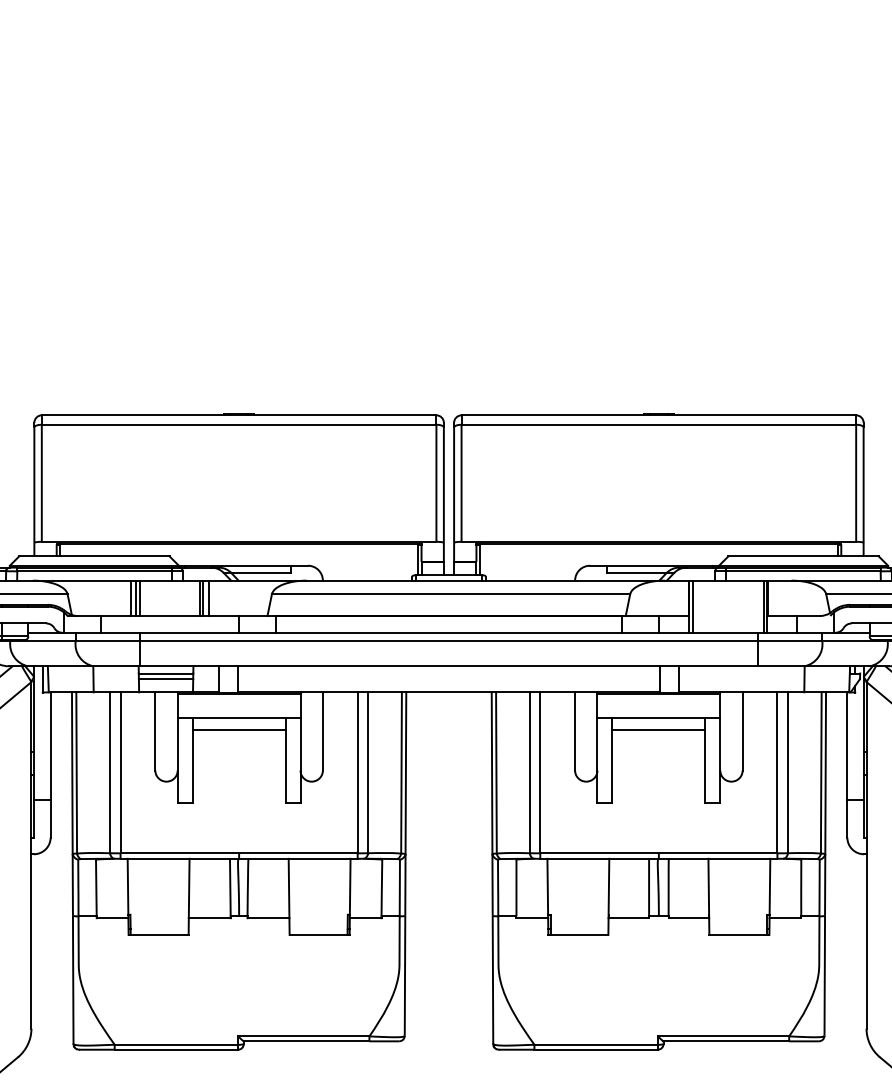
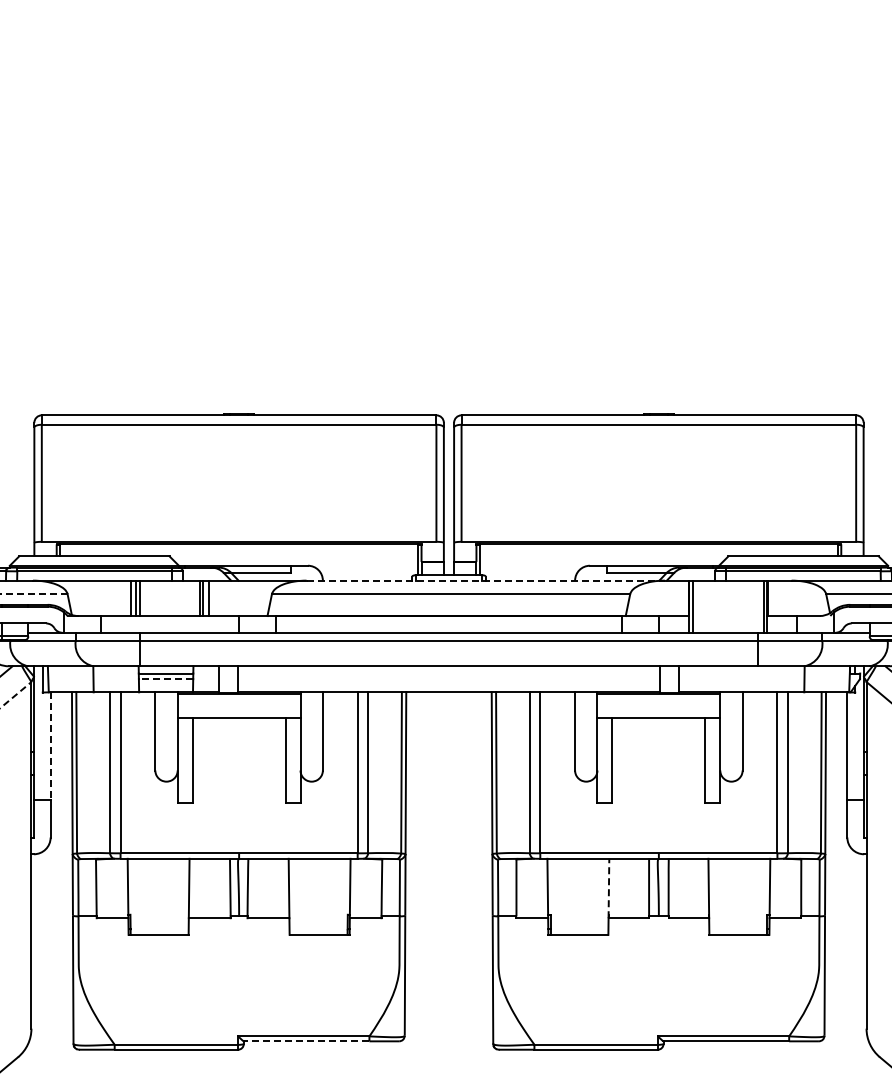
line at (486, 580): solid -> dashed
line at (33, 594): solid -> dashed
line at (165, 679): solid -> dashed
line at (16, 694): solid -> dashed
line at (238, 729): present -> none
line at (658, 729): present -> none
line at (50, 746): solid -> dashed
line at (608, 888): solid -> dashed
line at (306, 1041): solid -> dashed
